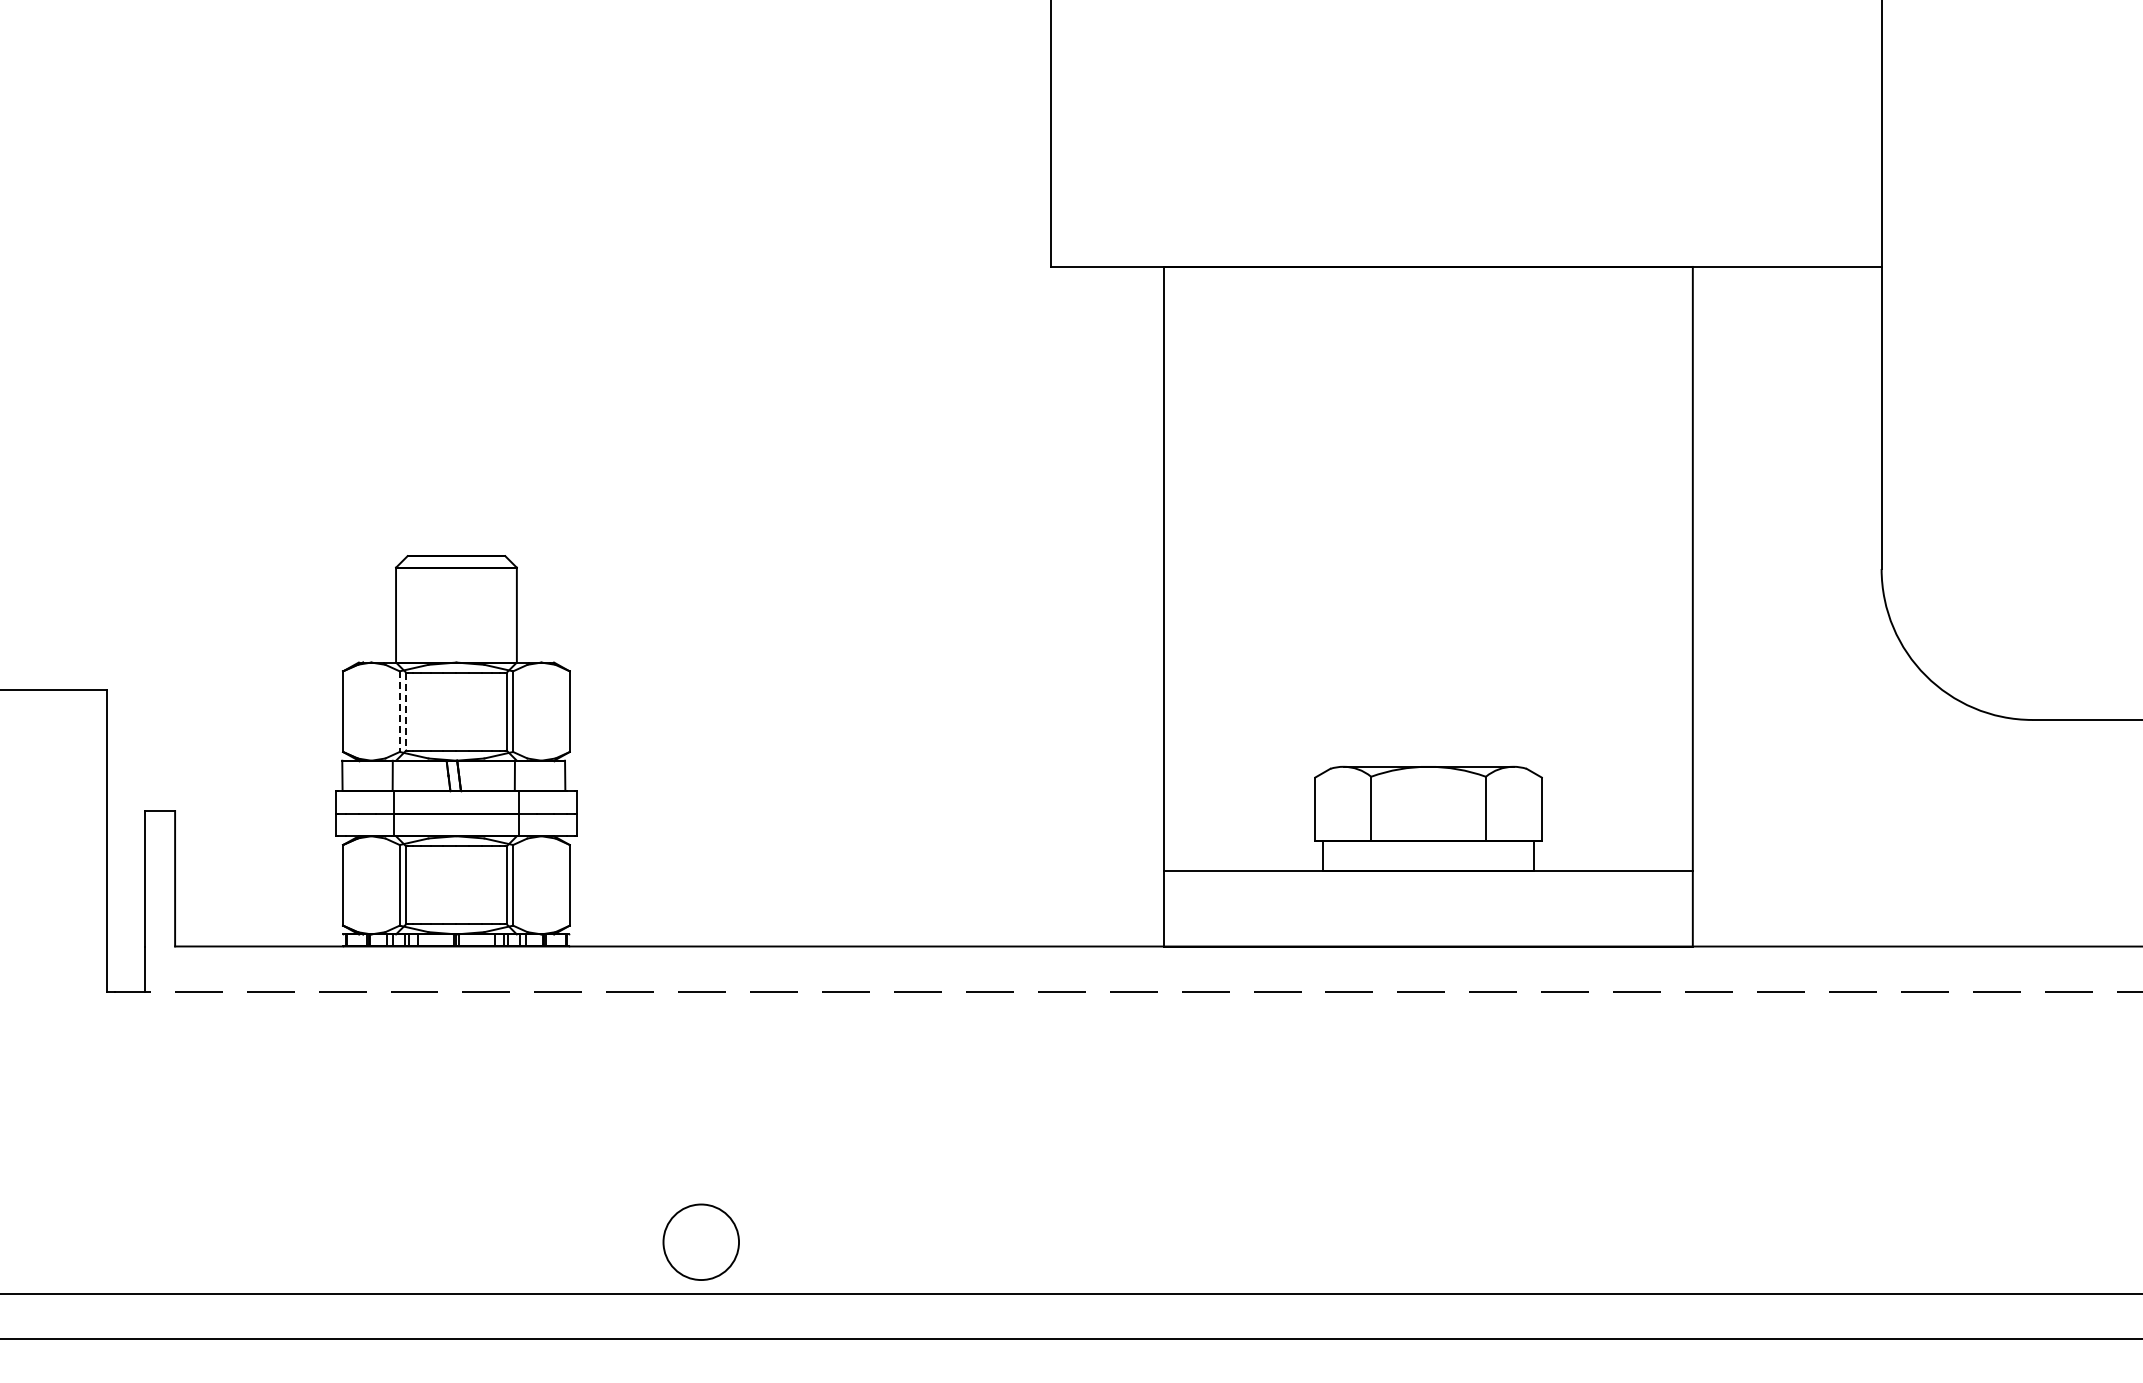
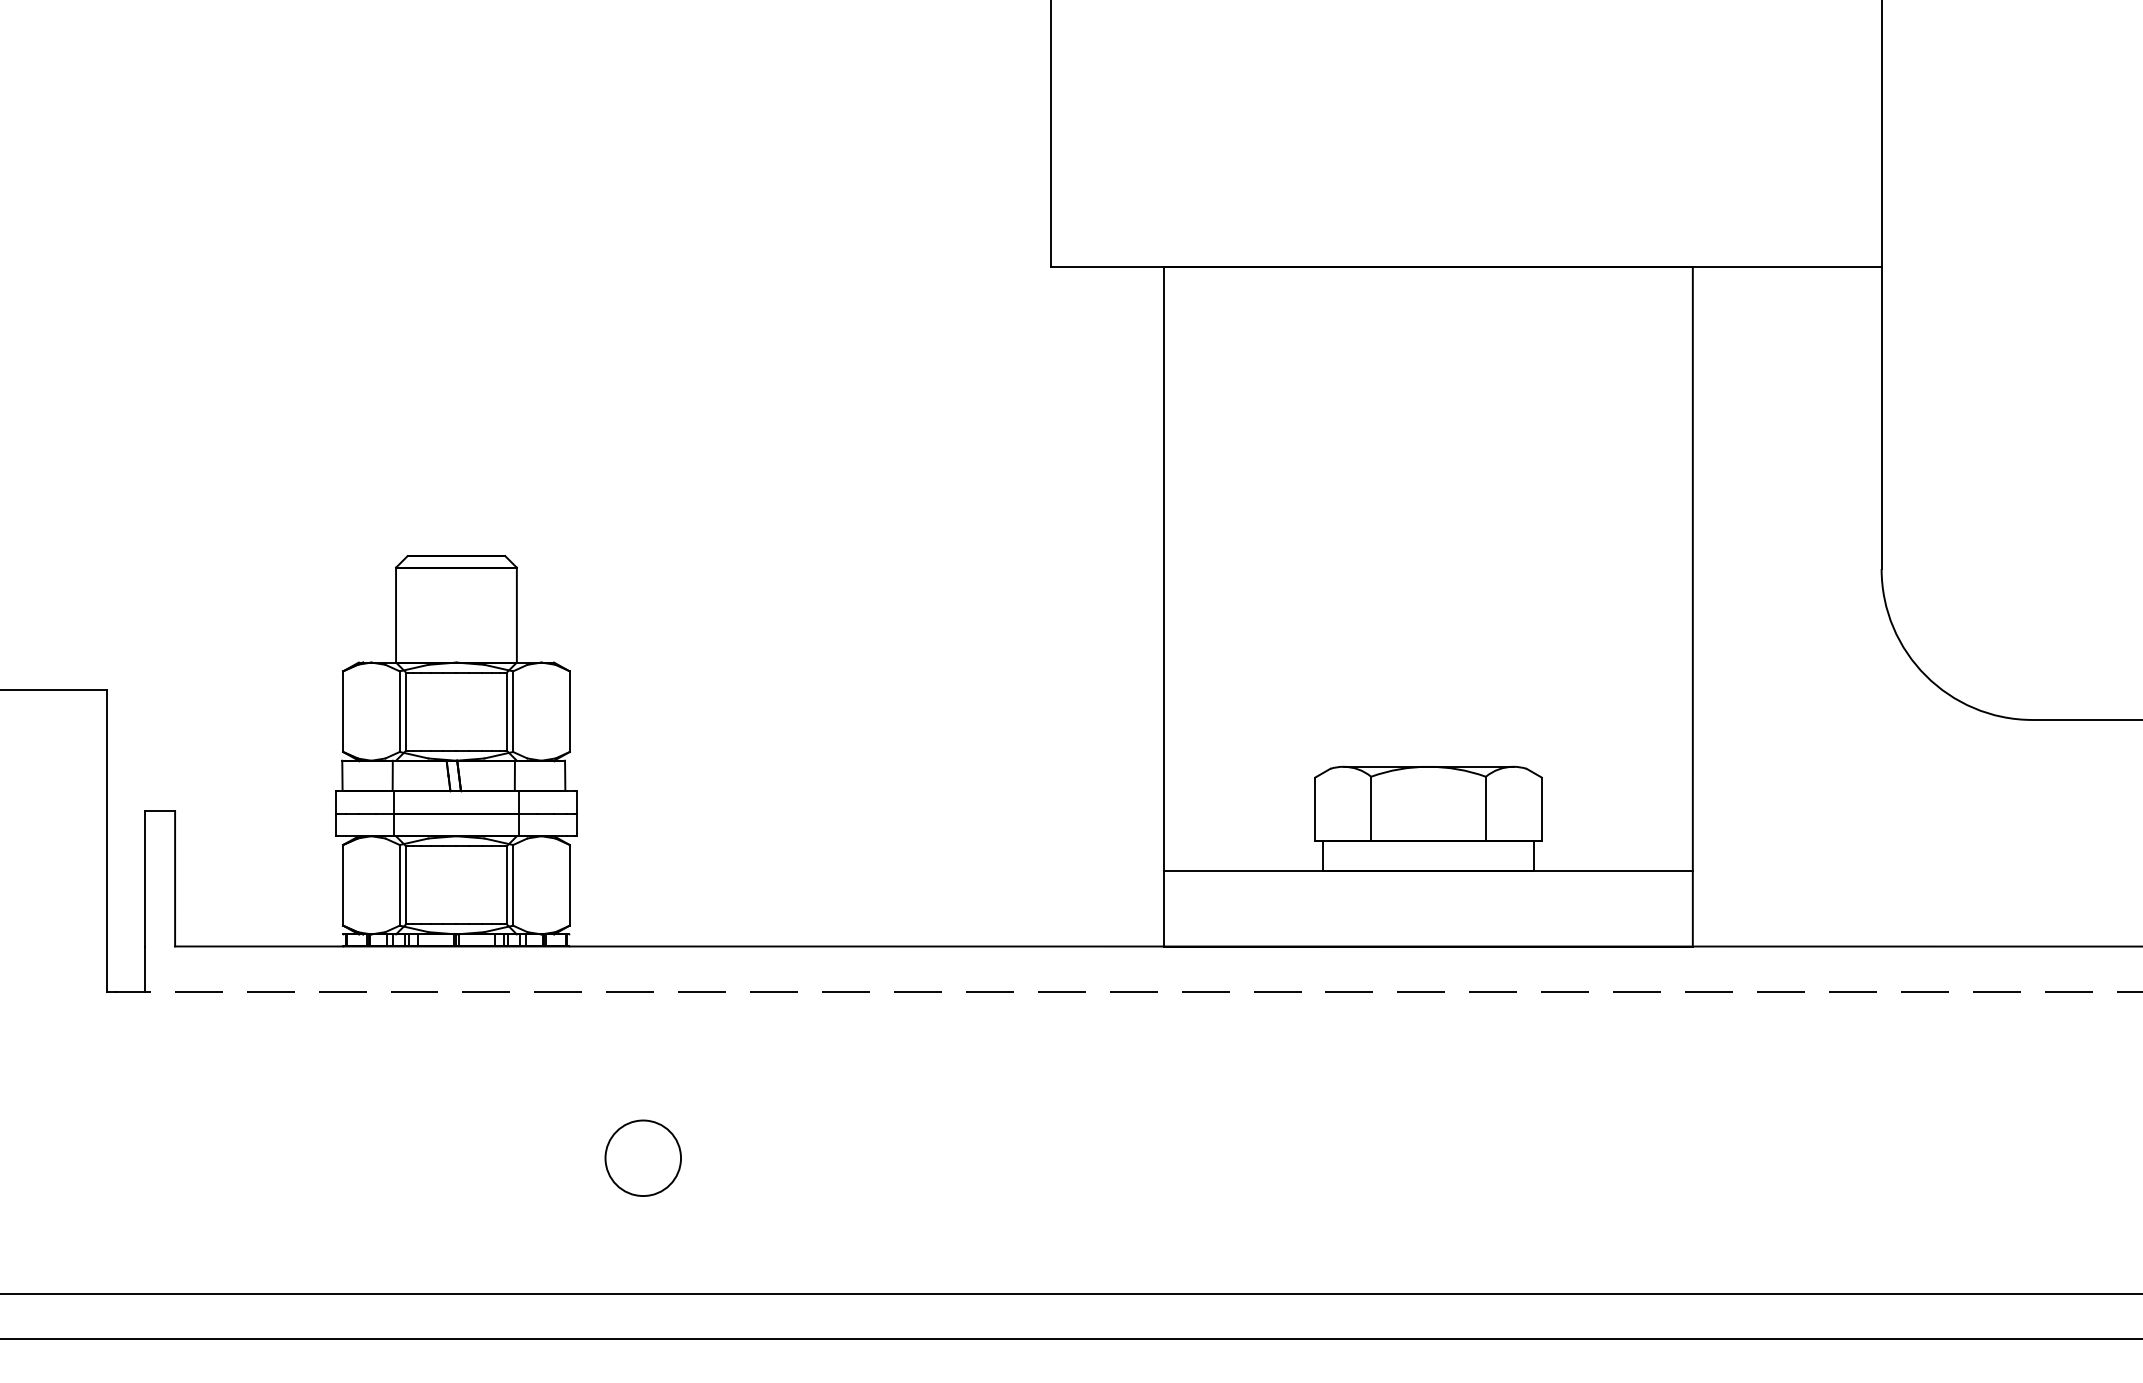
line at (406, 711): dashed -> solid
line at (399, 712): dashed -> solid
circle at (700, 1241) position: (700, 1241) -> (642, 1157)
